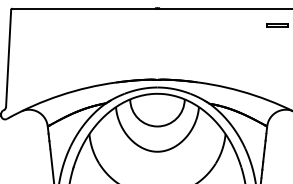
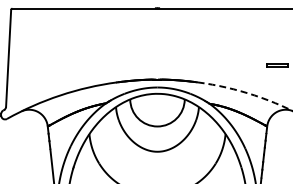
line at (277, 24) position: (277, 24) -> (277, 64)
arc at (246, 92): solid -> dashed
